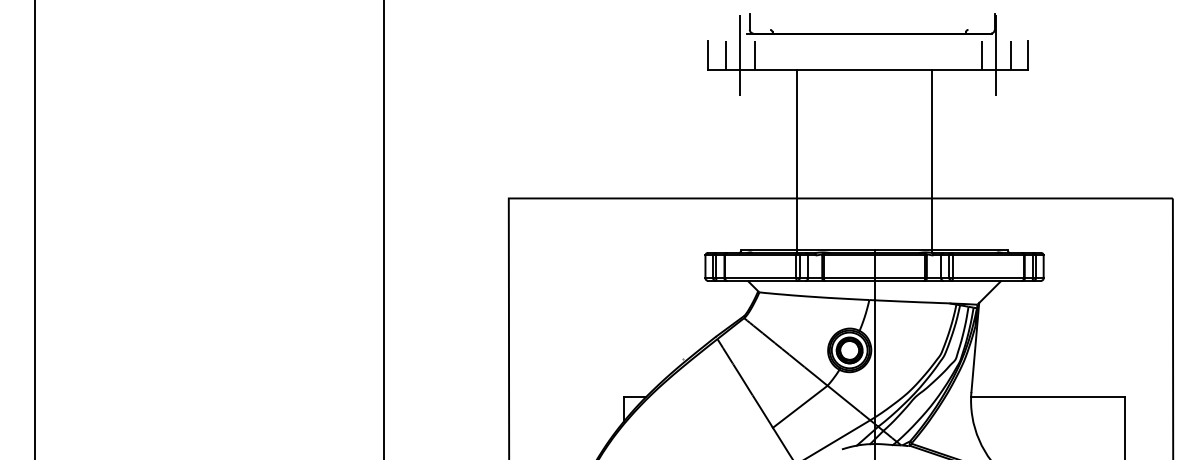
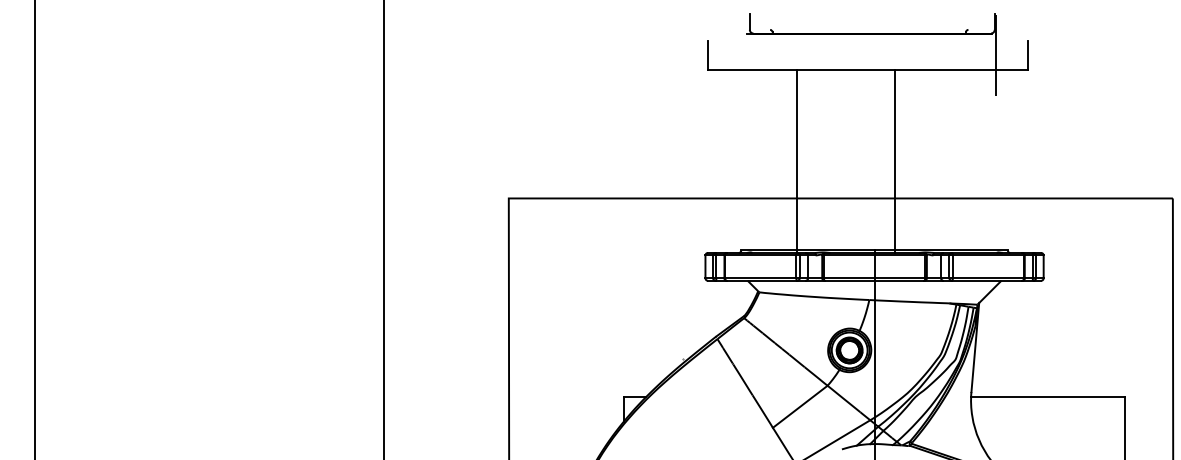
line at (725, 54): present -> none
line at (754, 54): present -> none
line at (981, 54): present -> none
line at (1010, 54): present -> none
line at (740, 55): present -> none
line at (931, 160) position: (931, 160) -> (894, 160)
